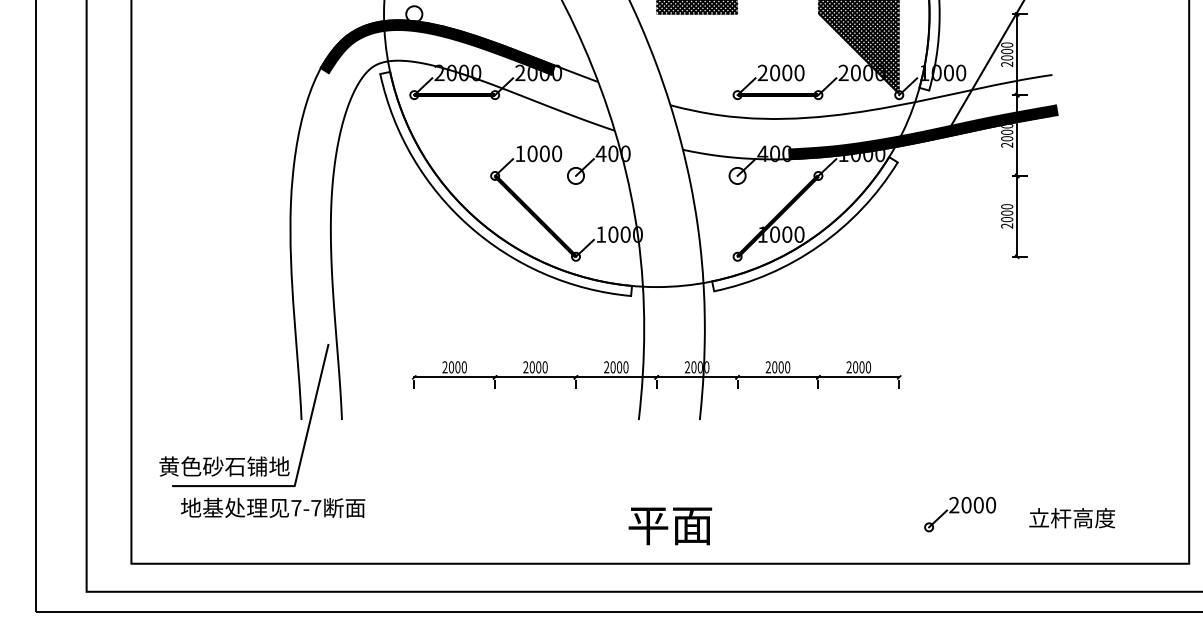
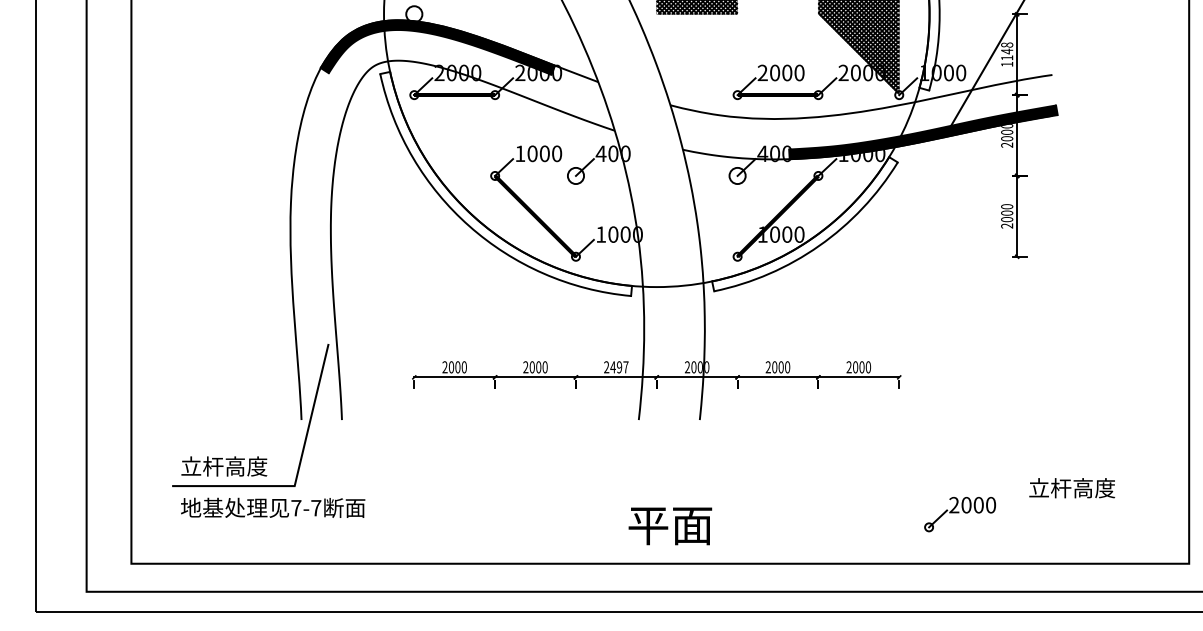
text at (1007, 54): 2000 -> 1148
text at (619, 367): 2000 -> 2497
text at (224, 466): 黄色砂石铺地 -> 立杆高度
text at (1072, 518) position: (1072, 518) -> (1072, 488)
